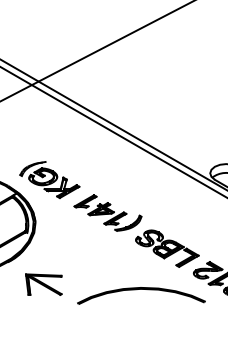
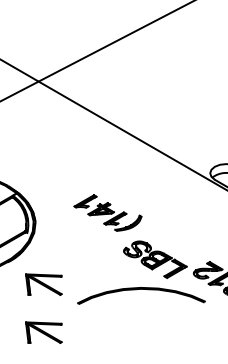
line at (113, 132): present -> none
part at (49, 179): present -> none
part at (167, 248) position: (167, 248) -> (155, 259)
part at (43, 332): none -> present
